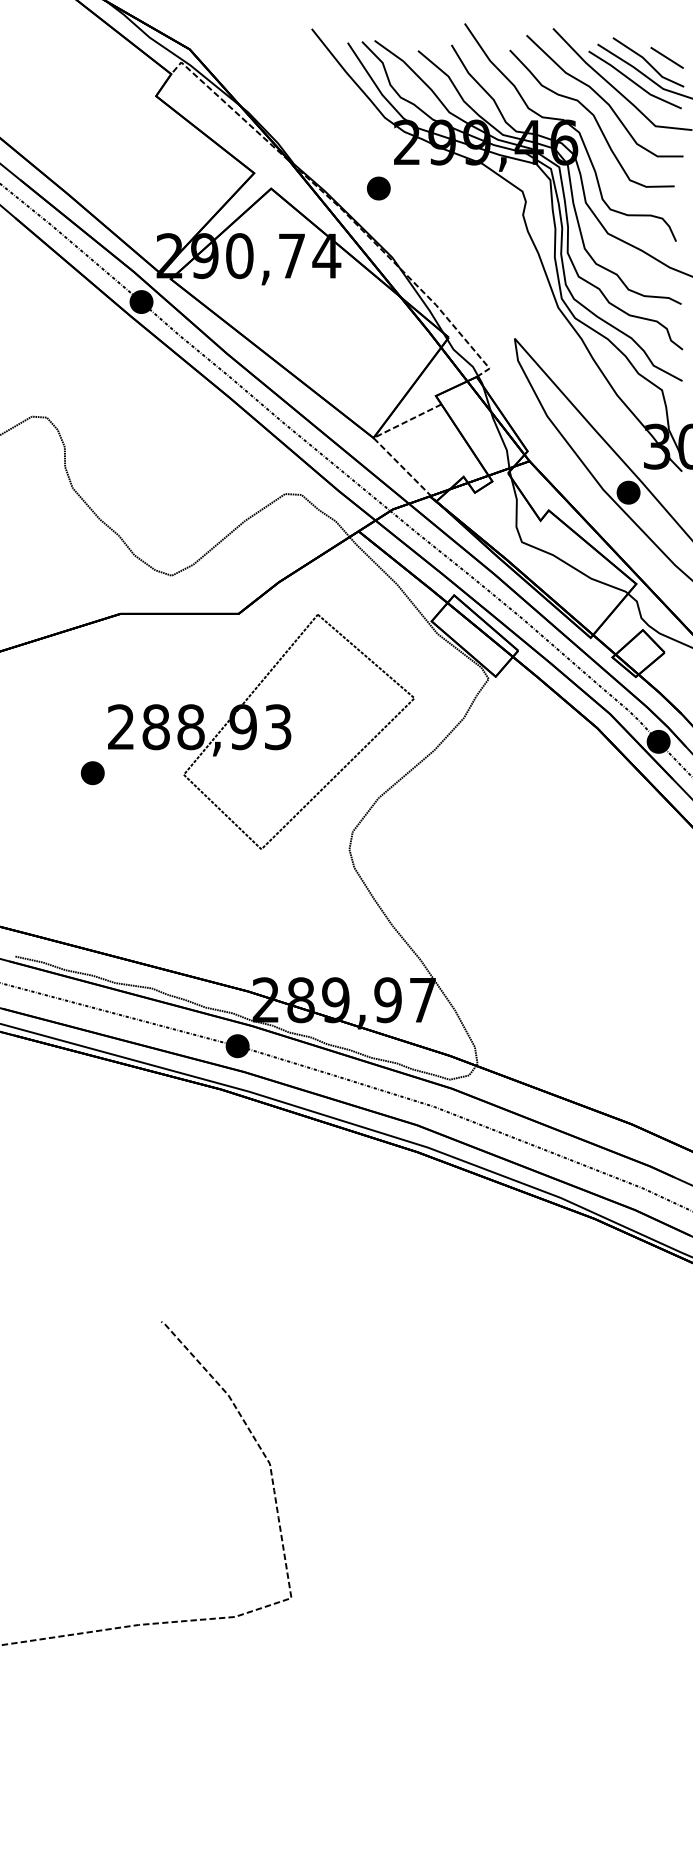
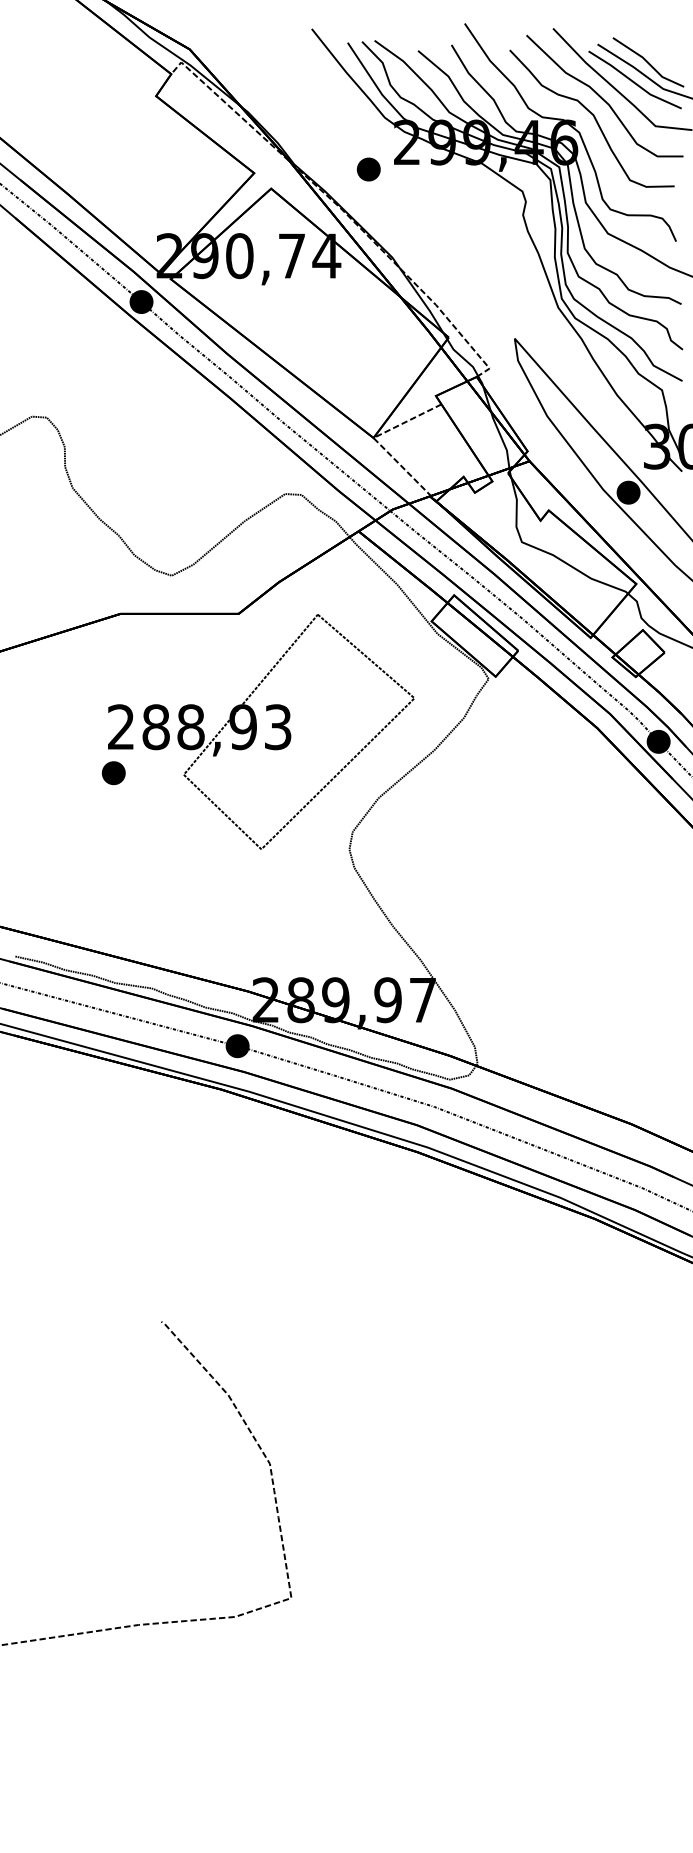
line at (666, 57): present -> none
part at (378, 188) position: (378, 188) -> (368, 169)
part at (92, 773) position: (92, 773) -> (113, 773)
